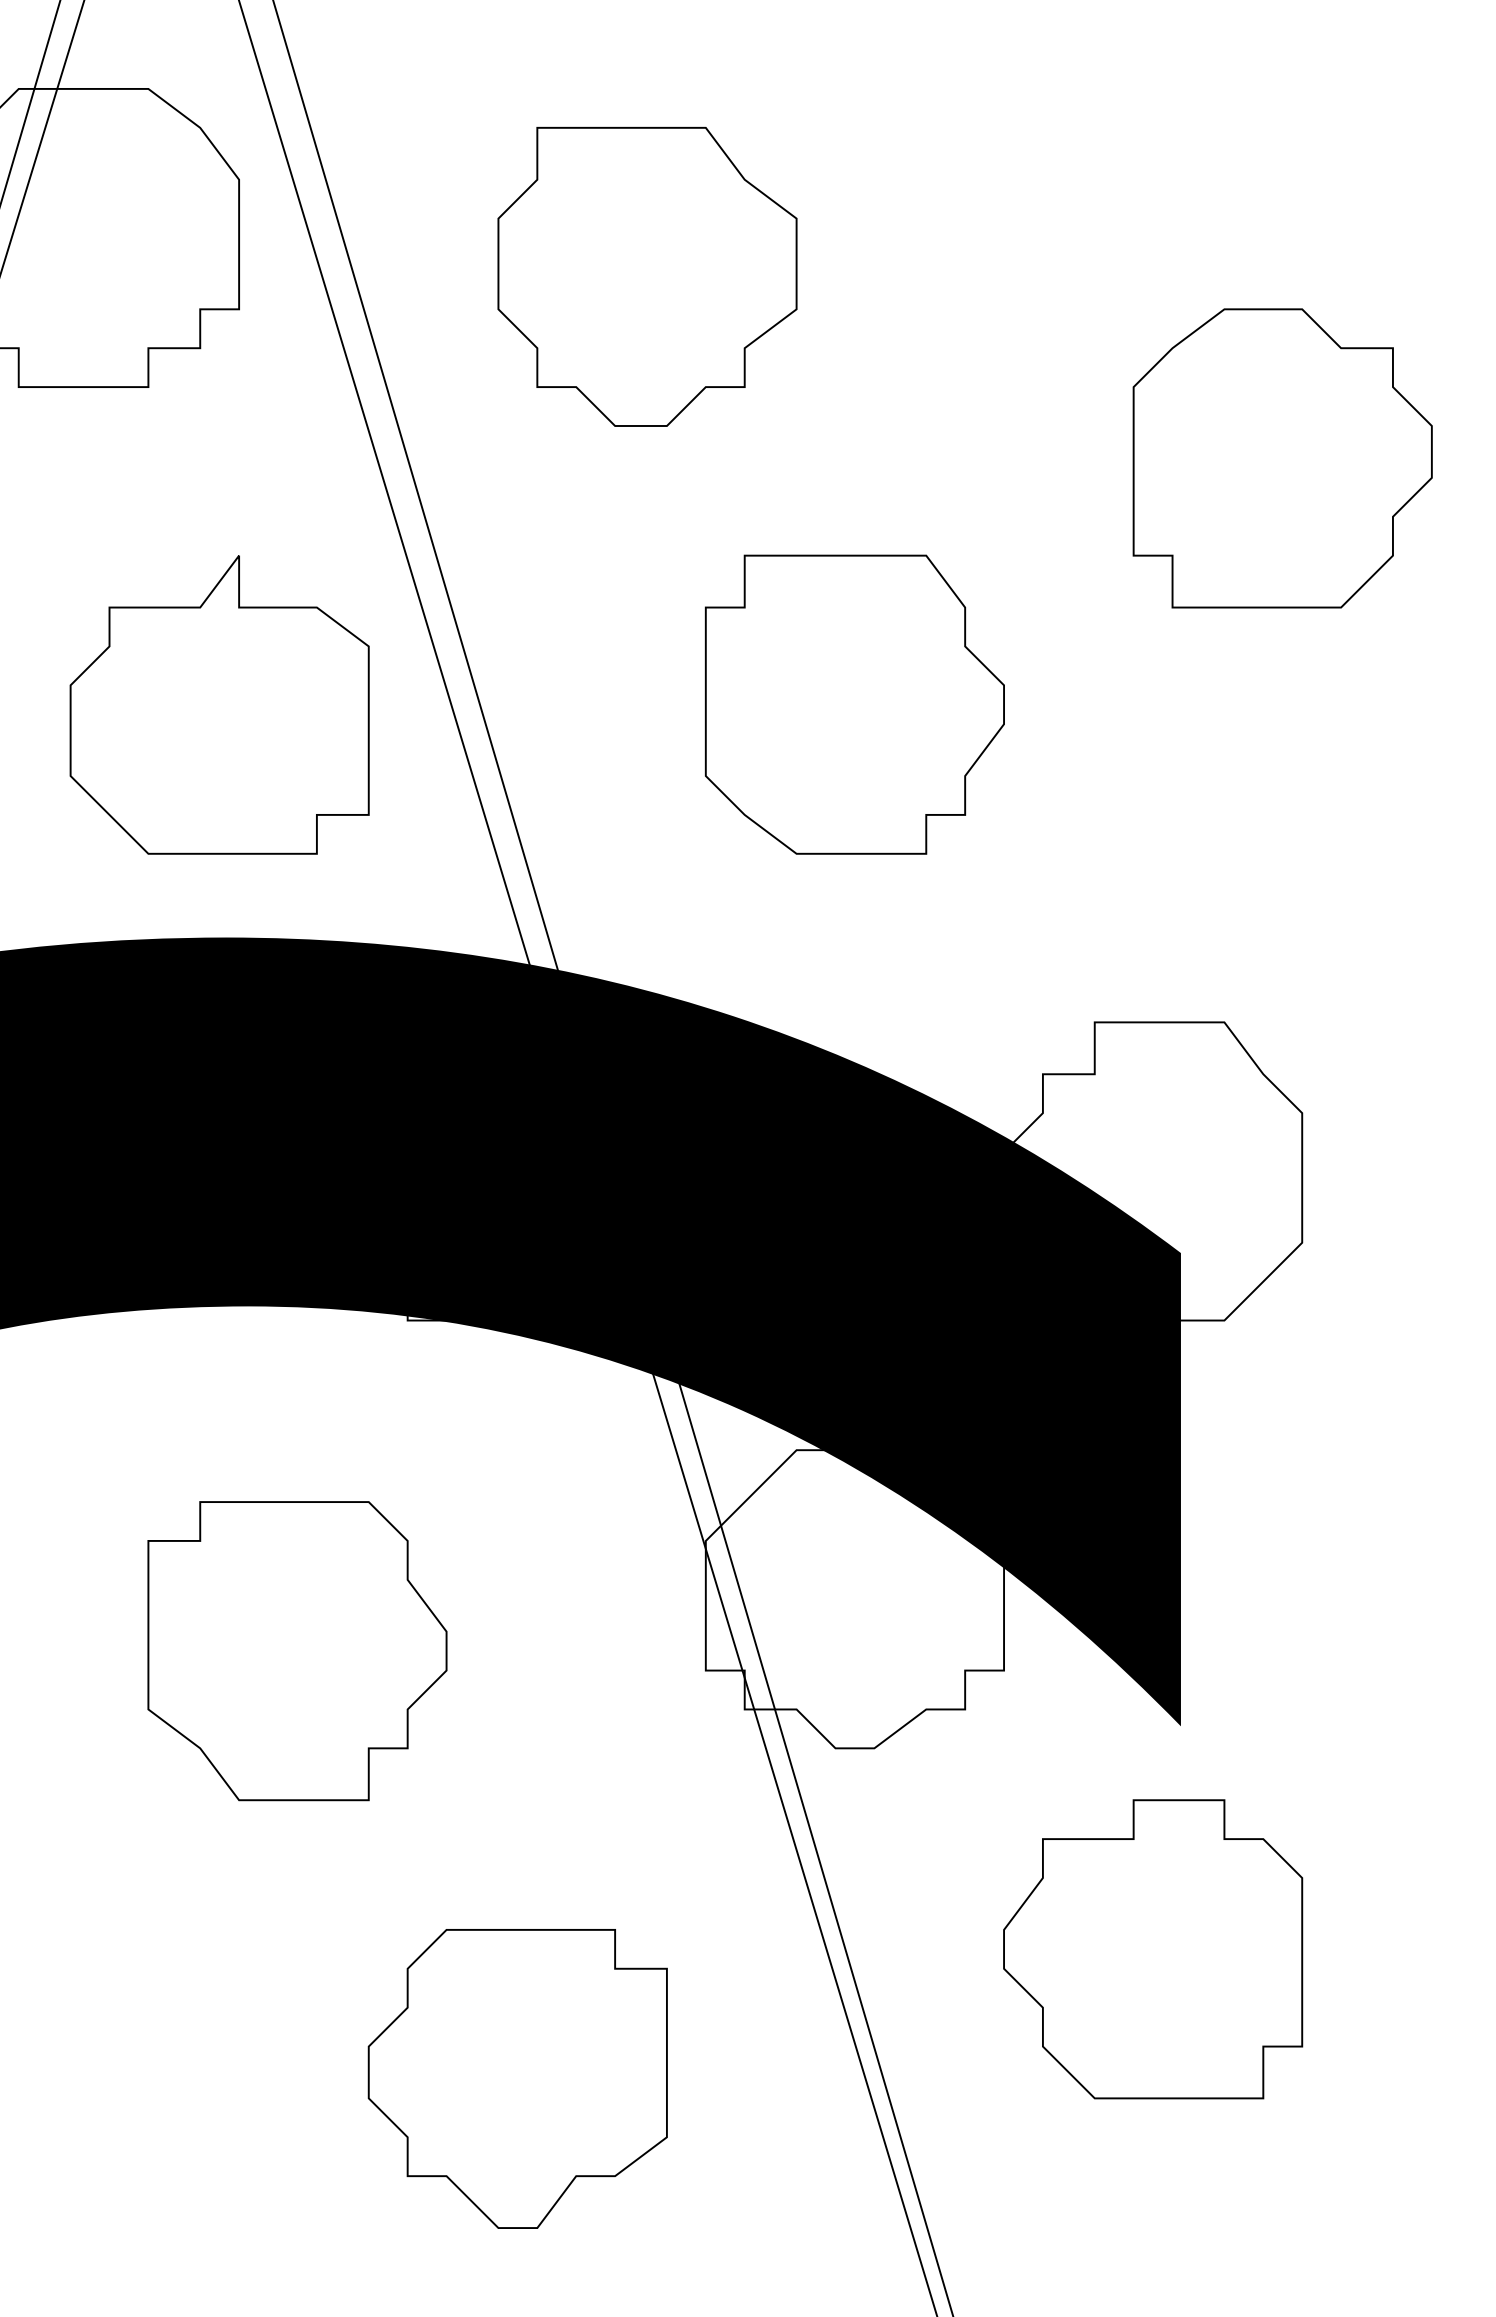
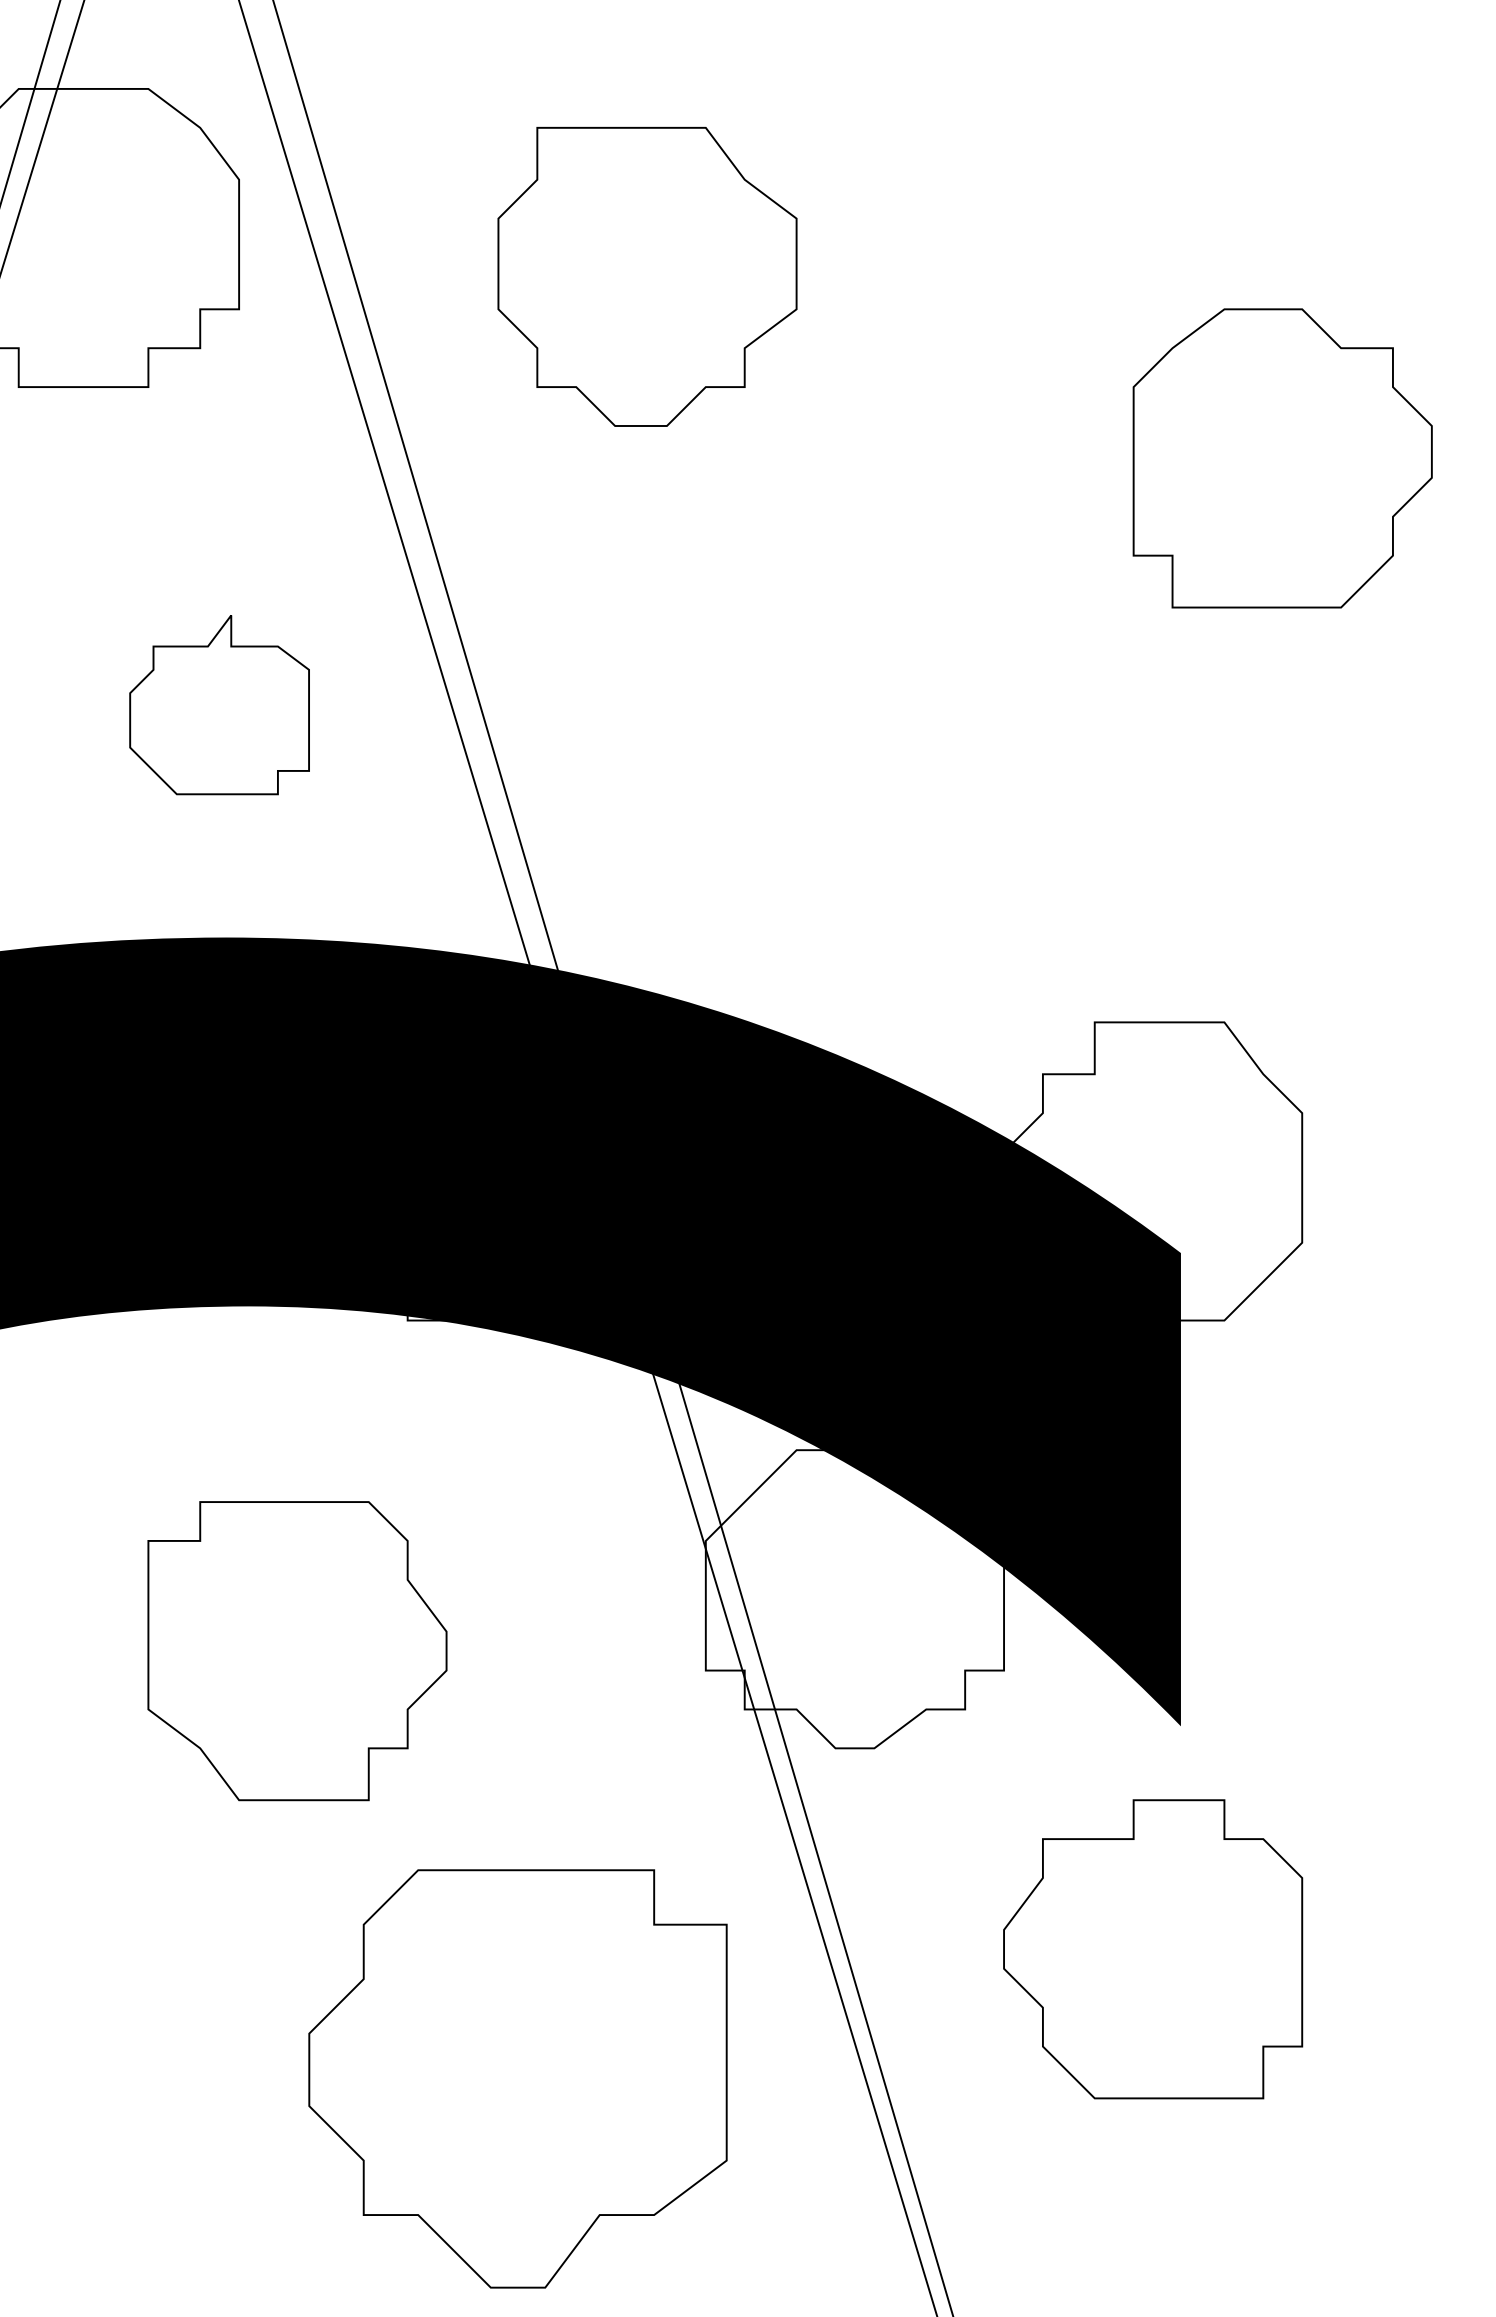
part at (219, 704) size: 301x300 px -> 181x181 px
part at (854, 704): present -> none
part at (517, 2078) size: 301x300 px -> 420x420 px
